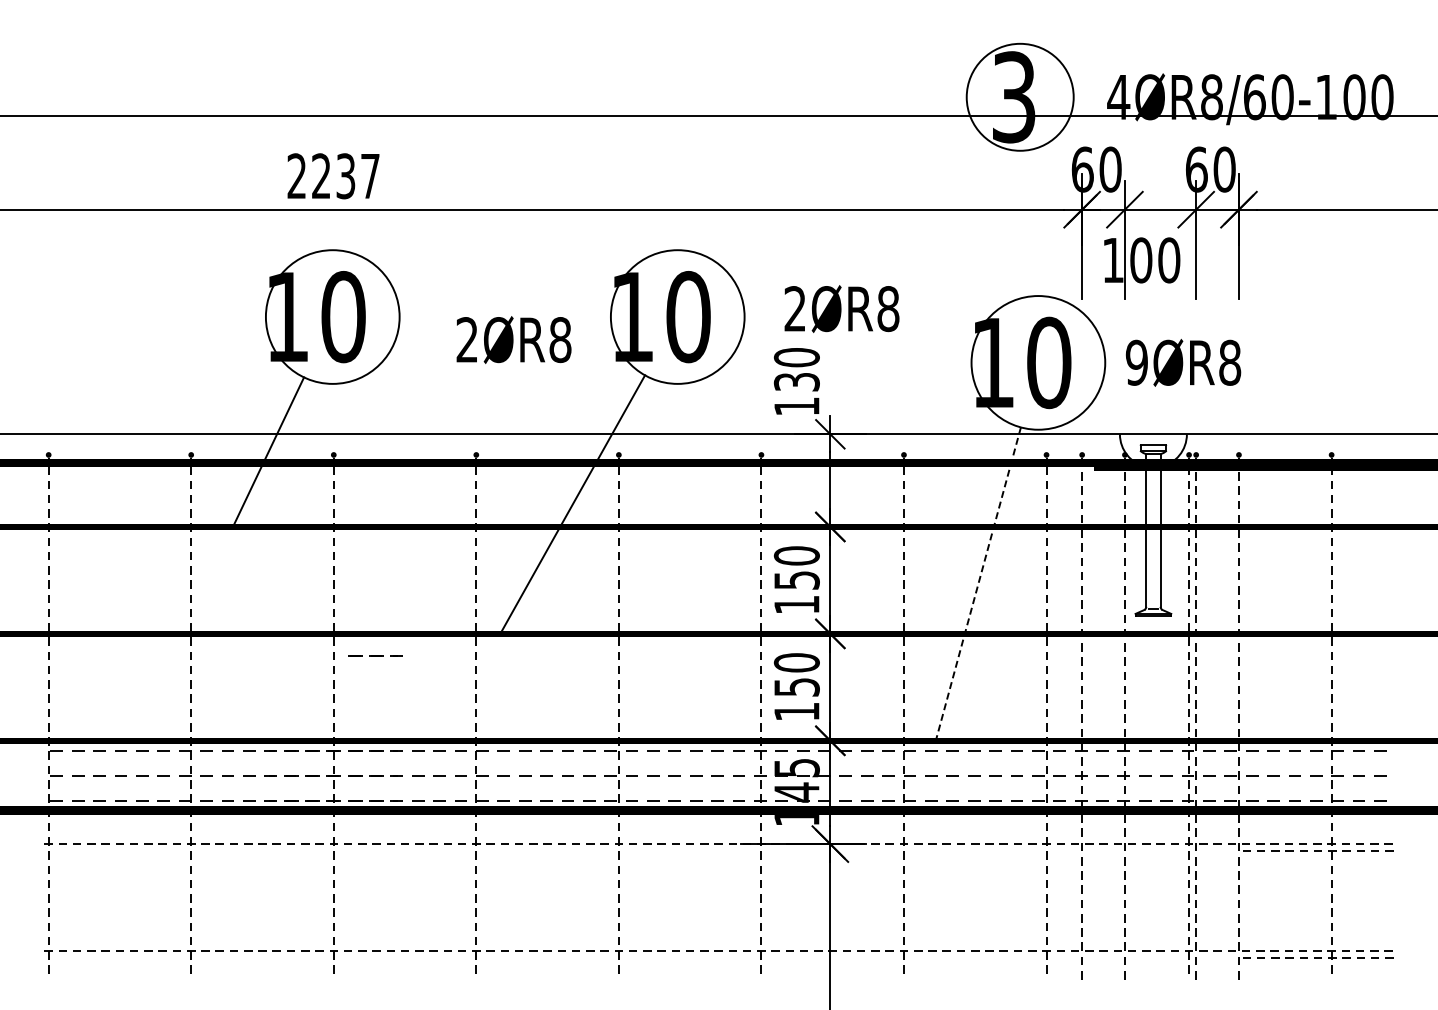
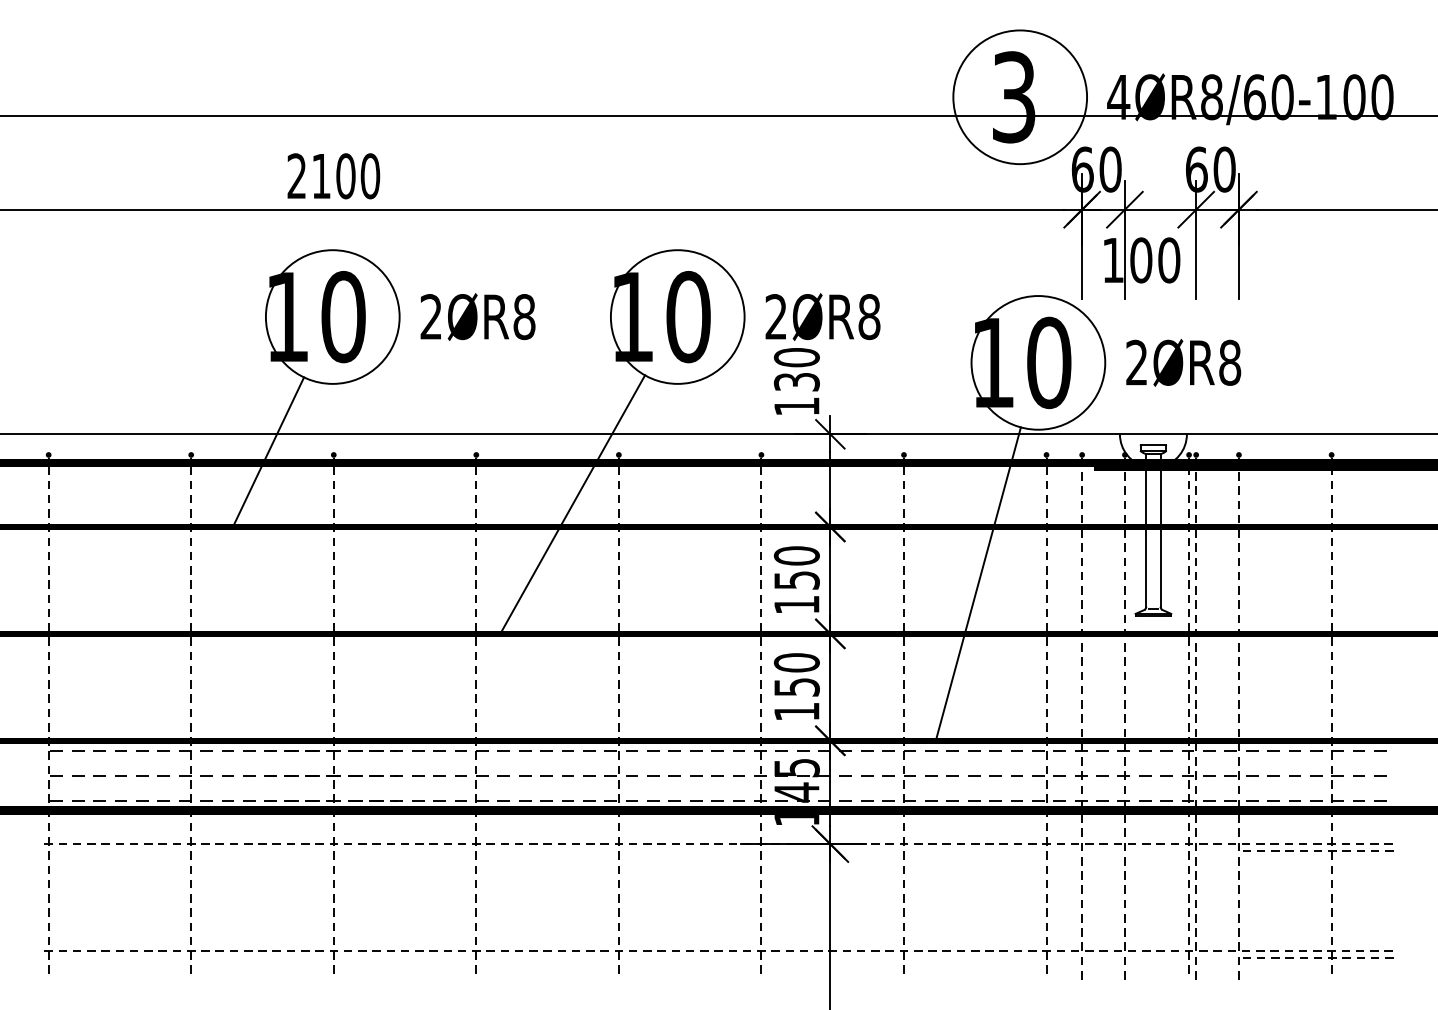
circle at (1019, 96) diameter: 107 px -> 134 px
text at (346, 176): 2237 -> 2100
text at (841, 308) position: (841, 308) -> (822, 316)
text at (513, 339) position: (513, 339) -> (477, 316)
text at (1136, 362): 9ØR8 -> 2ØR8
line at (978, 584): dashed -> solid
line at (375, 655): present -> none
